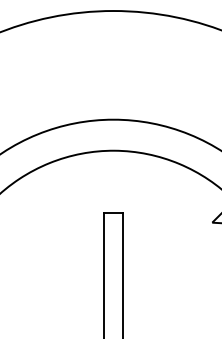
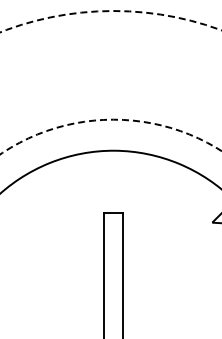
circle at (110, 21): solid -> dashed
arc at (109, 119): solid -> dashed
